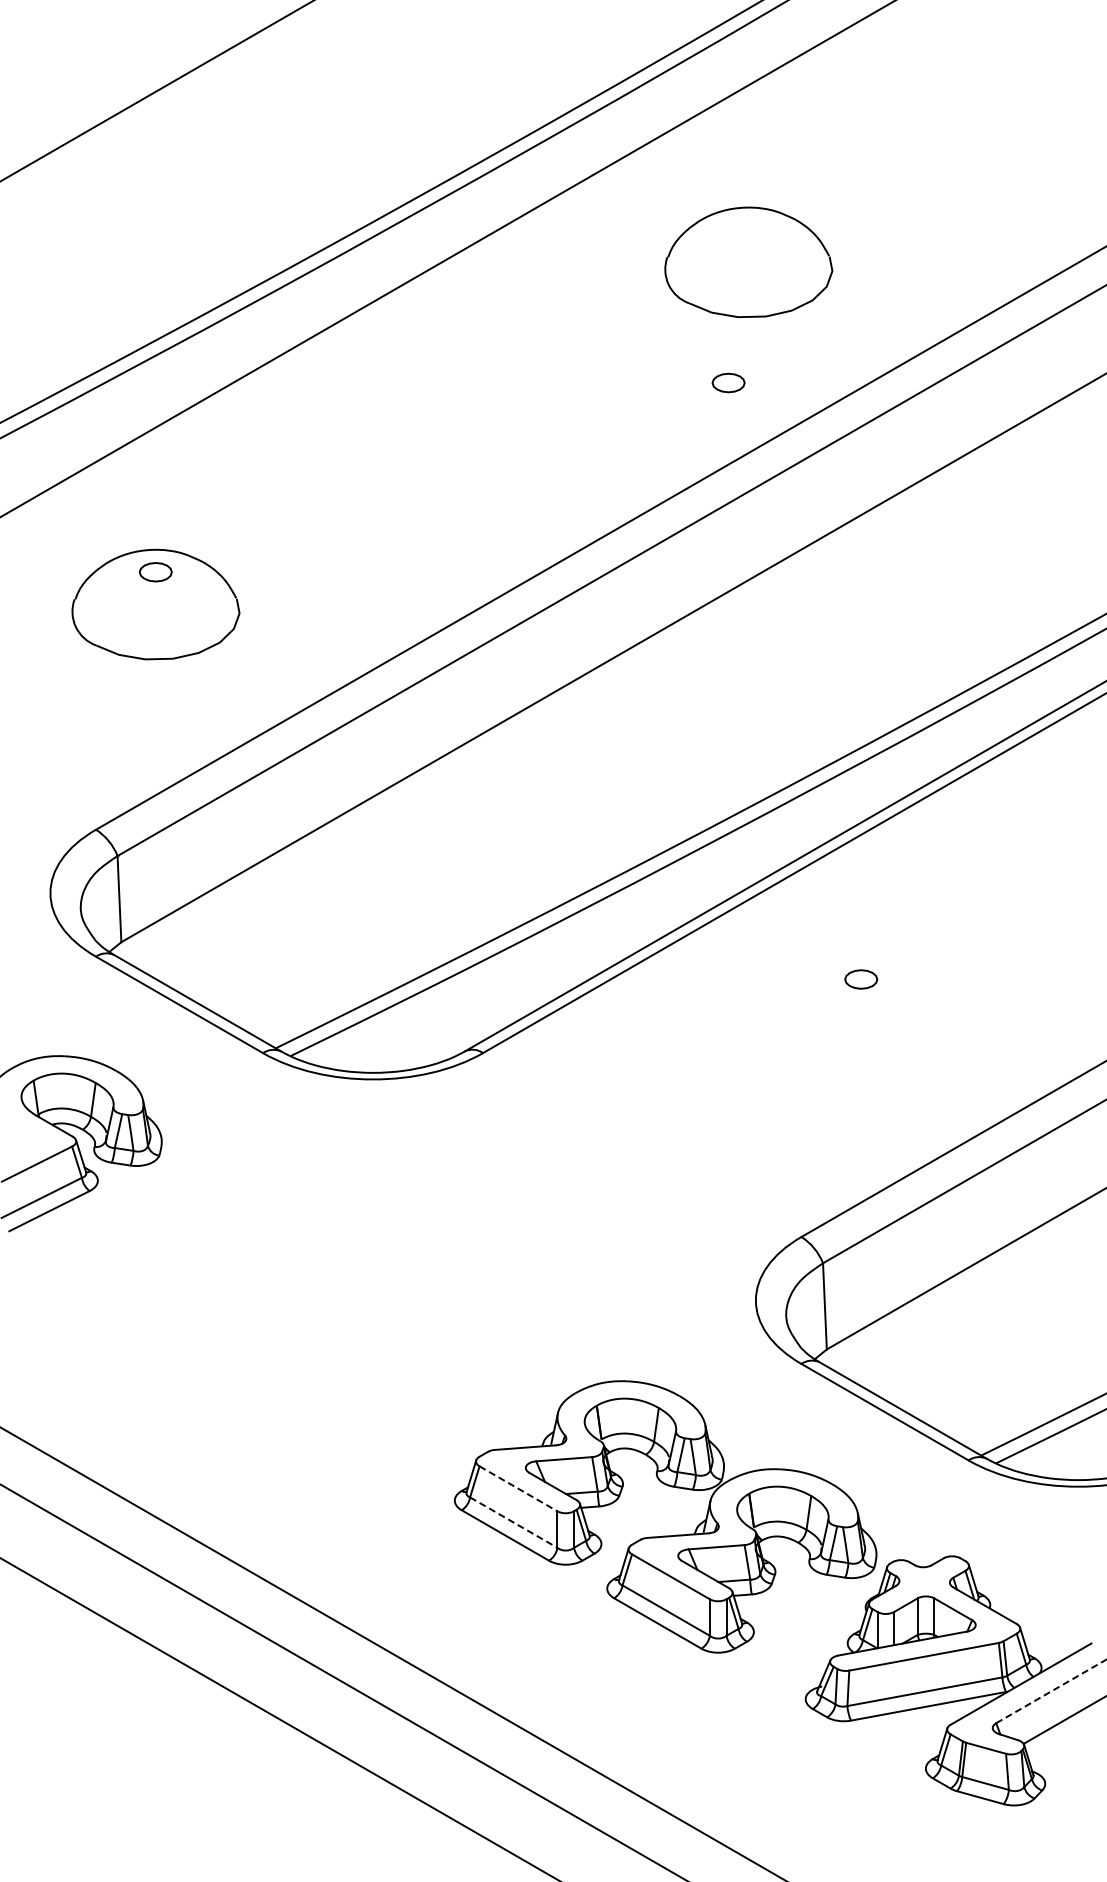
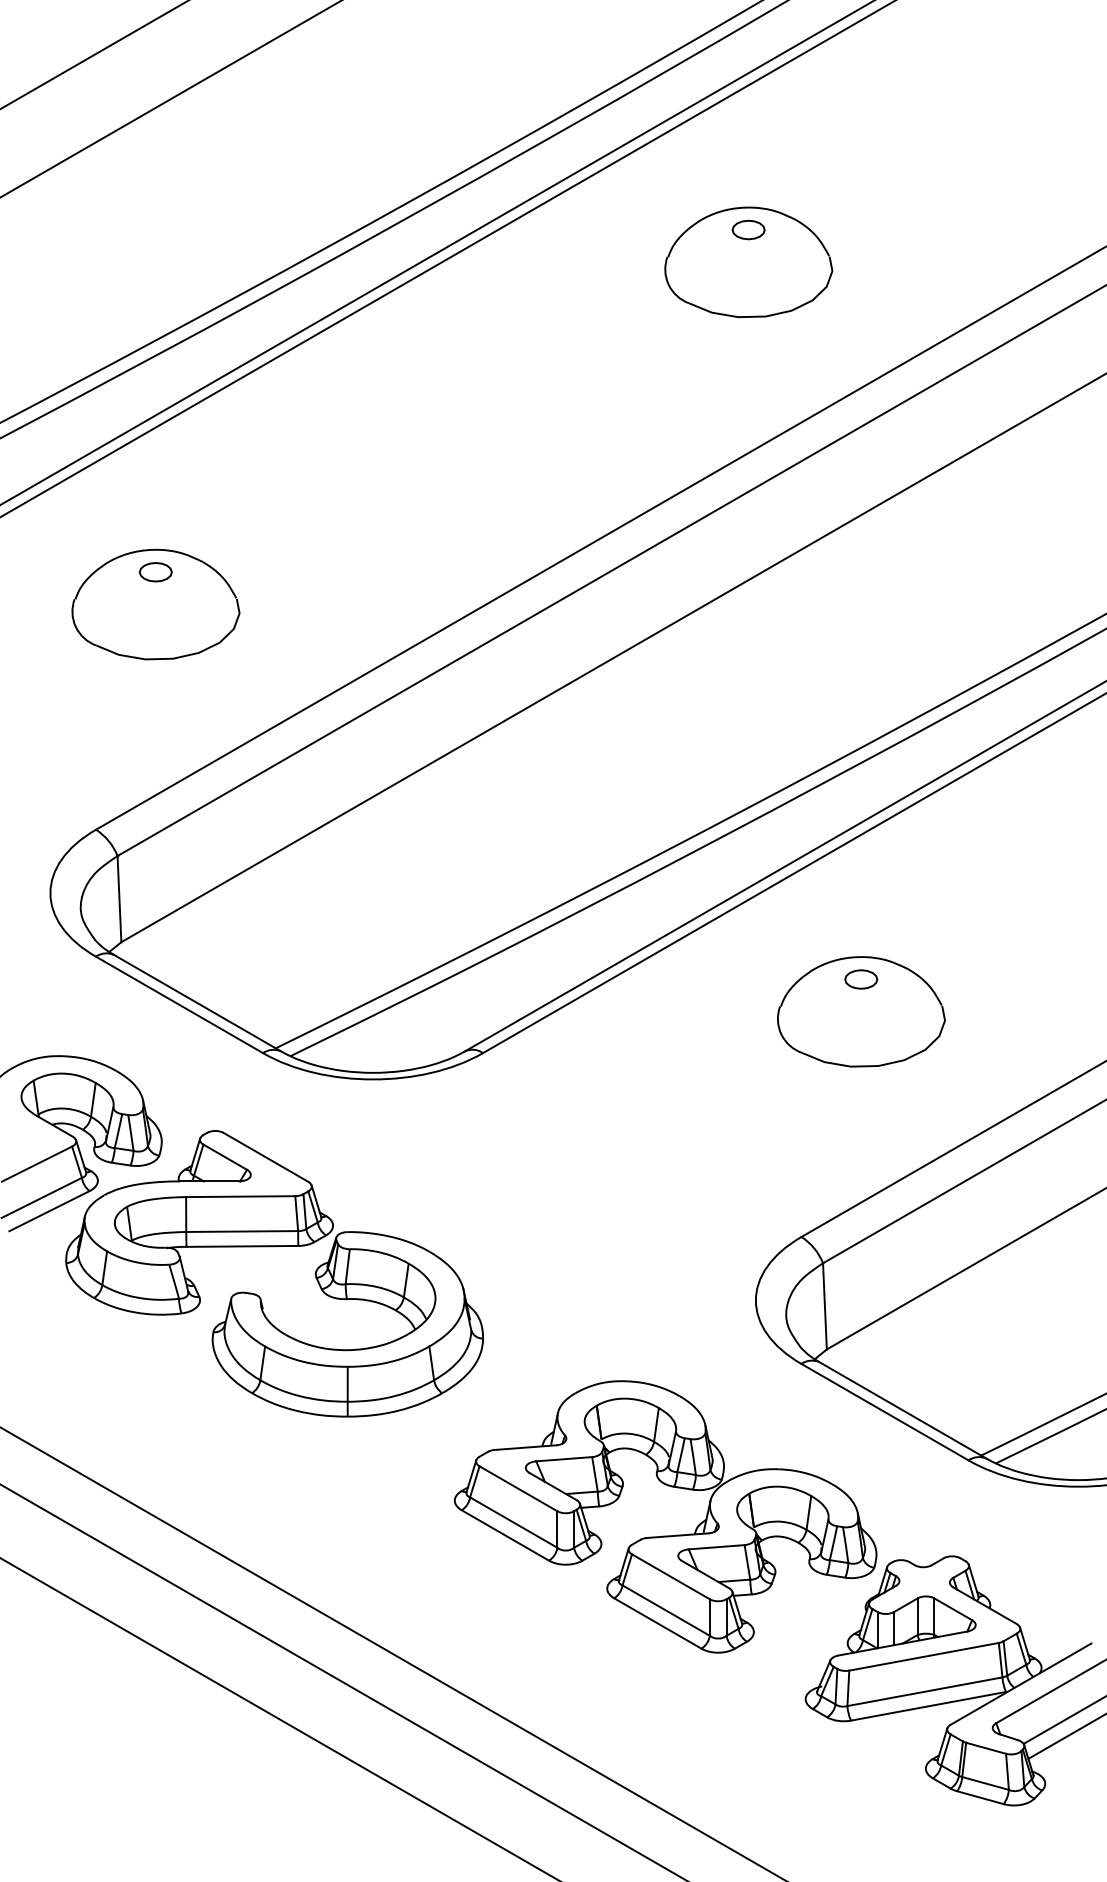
line at (93, 55): none -> present
line at (156, 91) position: (156, 91) -> (170, 99)
line at (436, 253): none -> present
part at (728, 382) position: (728, 382) -> (748, 229)
part at (861, 1011): none -> present
part at (272, 1247): none -> present
line at (518, 1488): dashed -> solid
line at (514, 1522): dashed -> solid
line at (1051, 1691): dashed -> solid
line at (1065, 1736): none -> present
